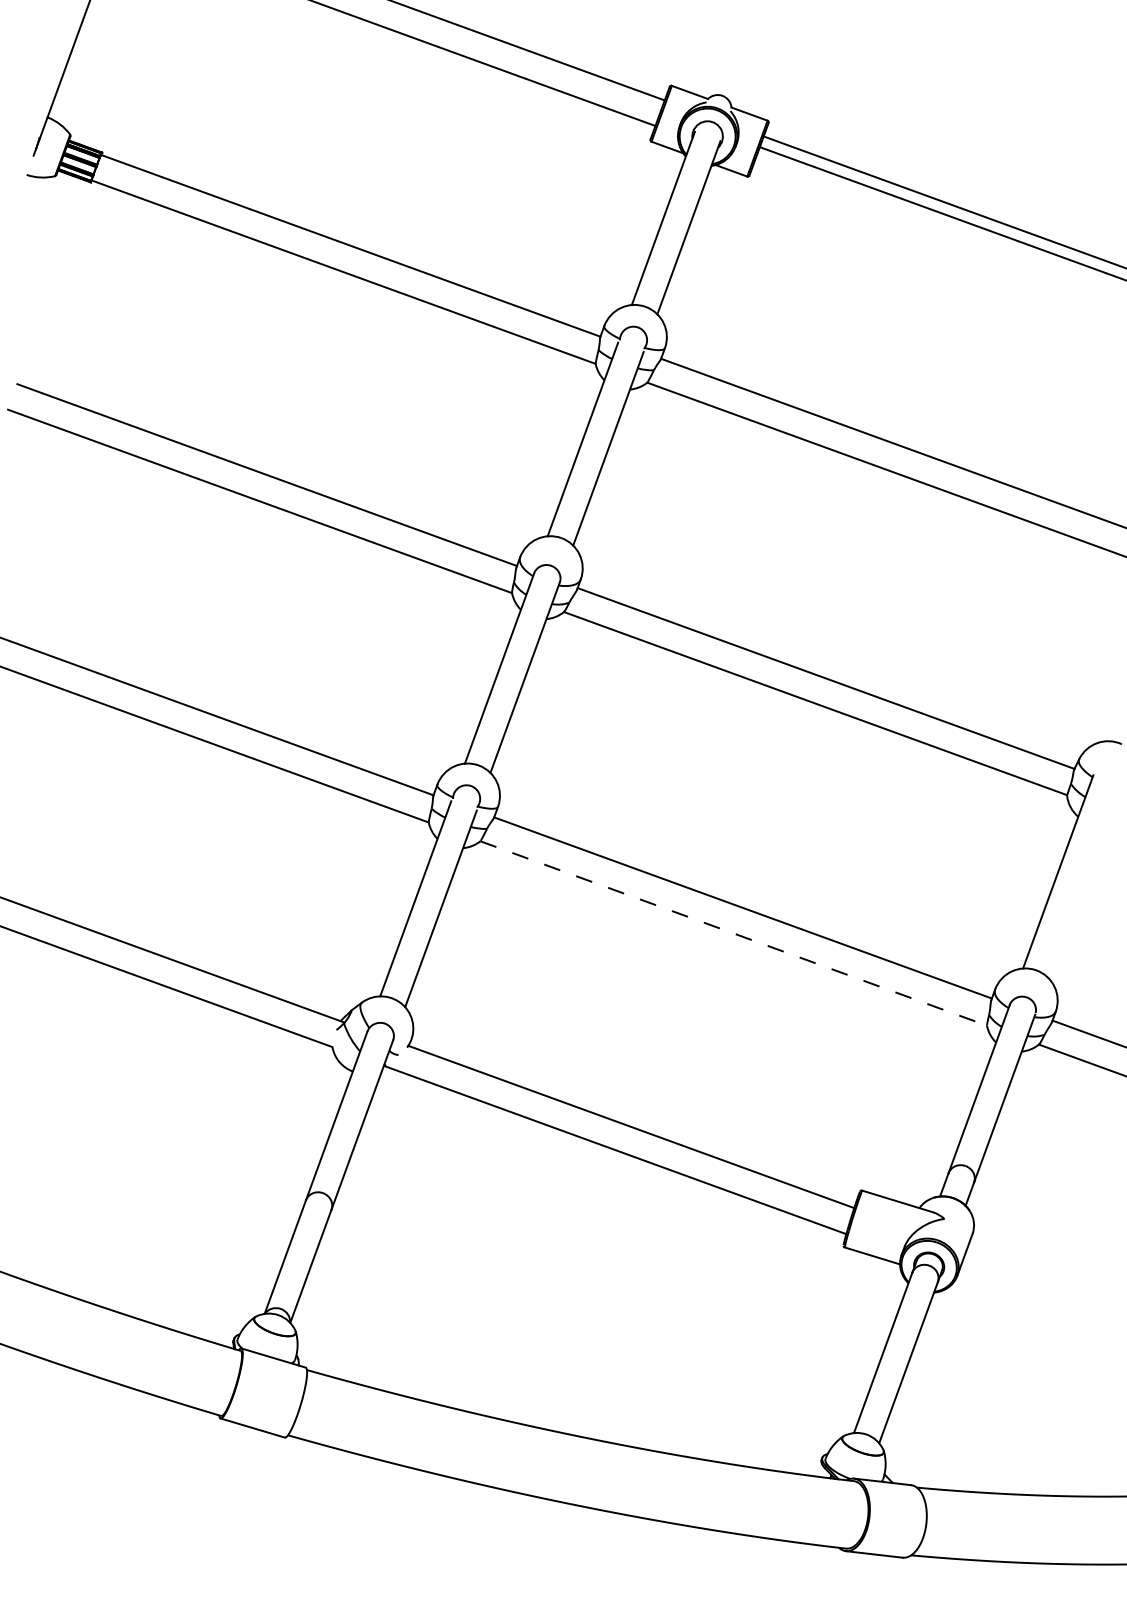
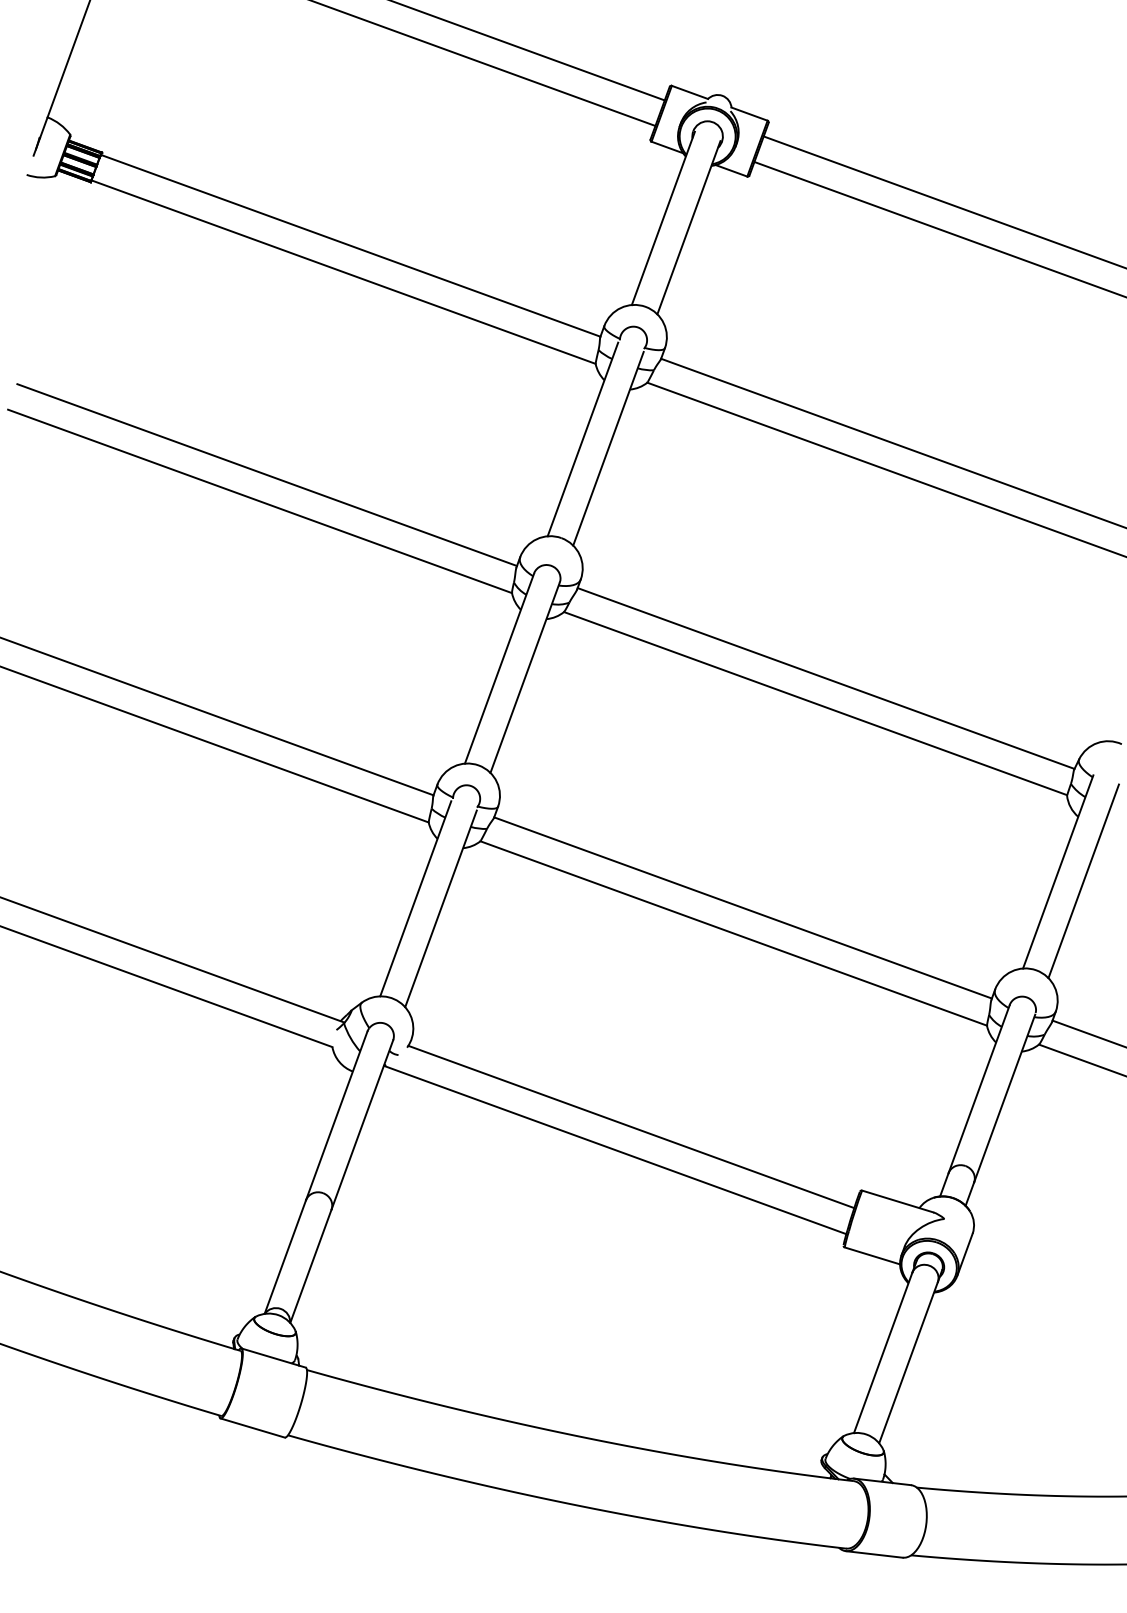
line at (941, 213) position: (941, 213) -> (938, 229)
line at (1083, 881): none -> present
line at (733, 933): dashed -> solid
